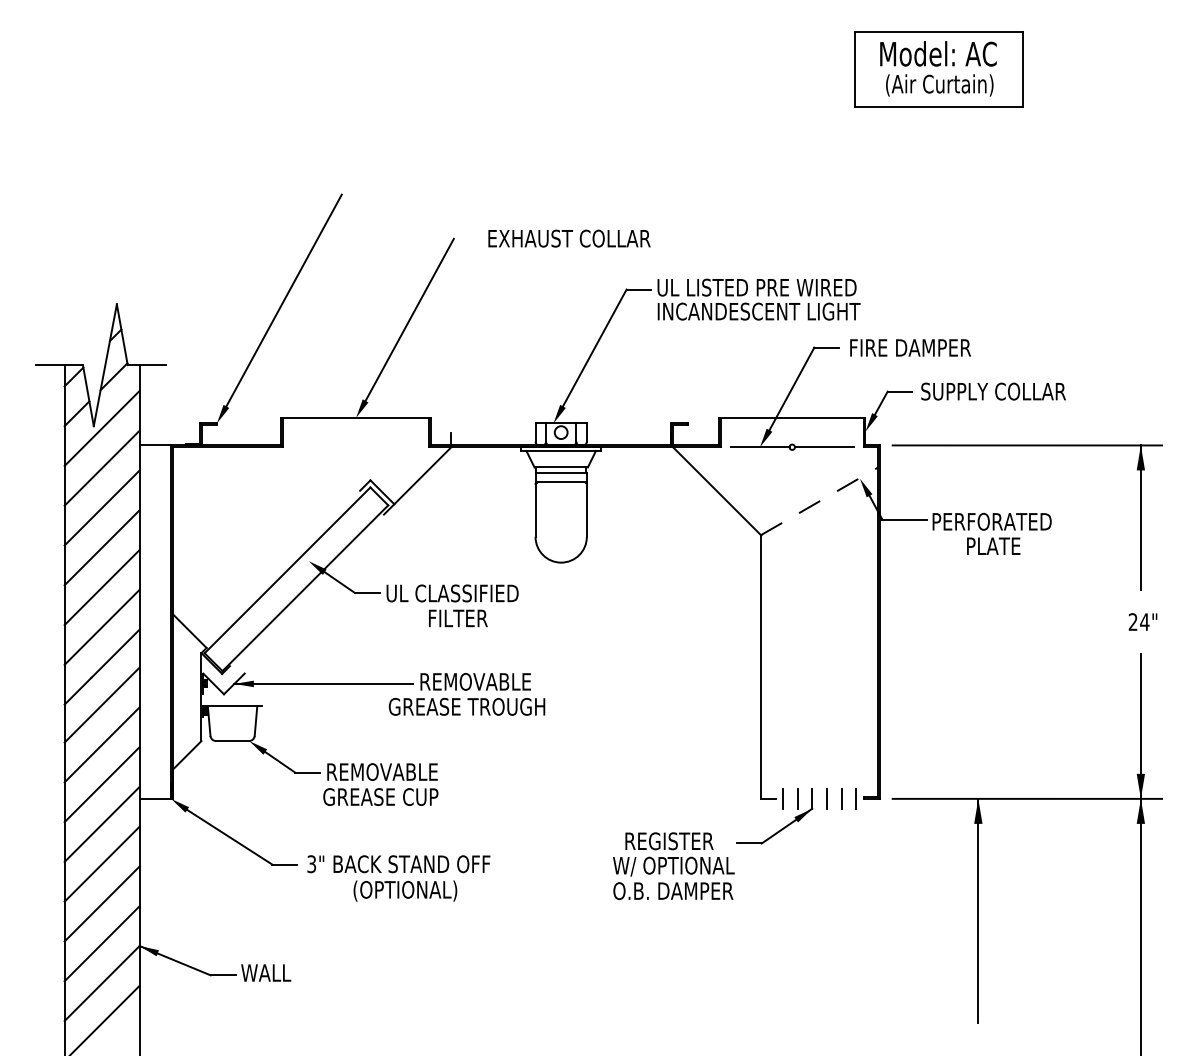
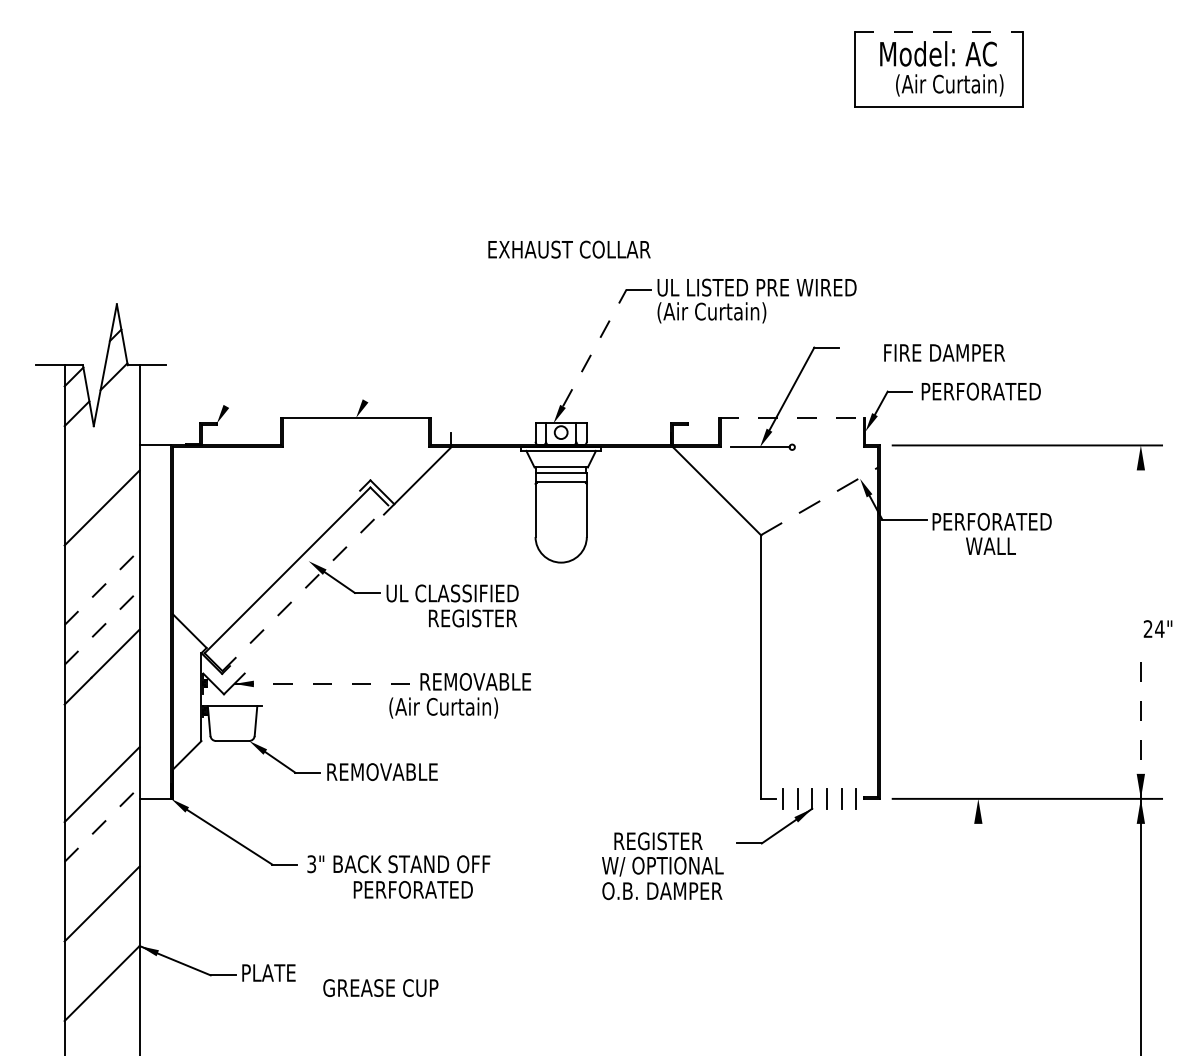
line at (939, 31): solid -> dashed
text at (939, 85) position: (939, 85) -> (949, 85)
text at (569, 238) position: (569, 238) -> (569, 249)
line at (283, 300): present -> none
text at (758, 312): INCANDESCENT LIGHT -> (Air Curtain)
line at (409, 319): present -> none
line at (594, 347): solid -> dashed
text at (910, 347) position: (910, 347) -> (944, 352)
text at (993, 391): SUPPLY COLLAR -> PERFORATED
line at (792, 417): solid -> dashed
line at (101, 427): present -> none
line at (823, 447): present -> none
line at (101, 467): present -> none
line at (1140, 517): present -> none
text at (993, 545): PLATE -> WALL
line at (101, 547): present -> none
line at (102, 587): solid -> dashed
line at (305, 587): solid -> dashed
text at (473, 618): FILTER -> REGISTER
text at (1142, 621) position: (1142, 621) -> (1157, 628)
line at (102, 626): solid -> dashed
line at (324, 683): solid -> dashed
line at (101, 704): present -> none
text at (466, 707): GREASE TROUGH -> (Air Curtain)
line at (1140, 725): solid -> dashed
line at (101, 744): present -> none
text at (380, 796) position: (380, 796) -> (380, 987)
line at (102, 824): solid -> dashed
line at (101, 863): present -> none
text at (673, 866) position: (673, 866) -> (662, 866)
text at (412, 890): (OPTIONAL) -> PERFORATED
line at (978, 910): present -> none
line at (101, 943): present -> none
text at (268, 972): WALL -> PLATE
line at (106, 1018): present -> none
